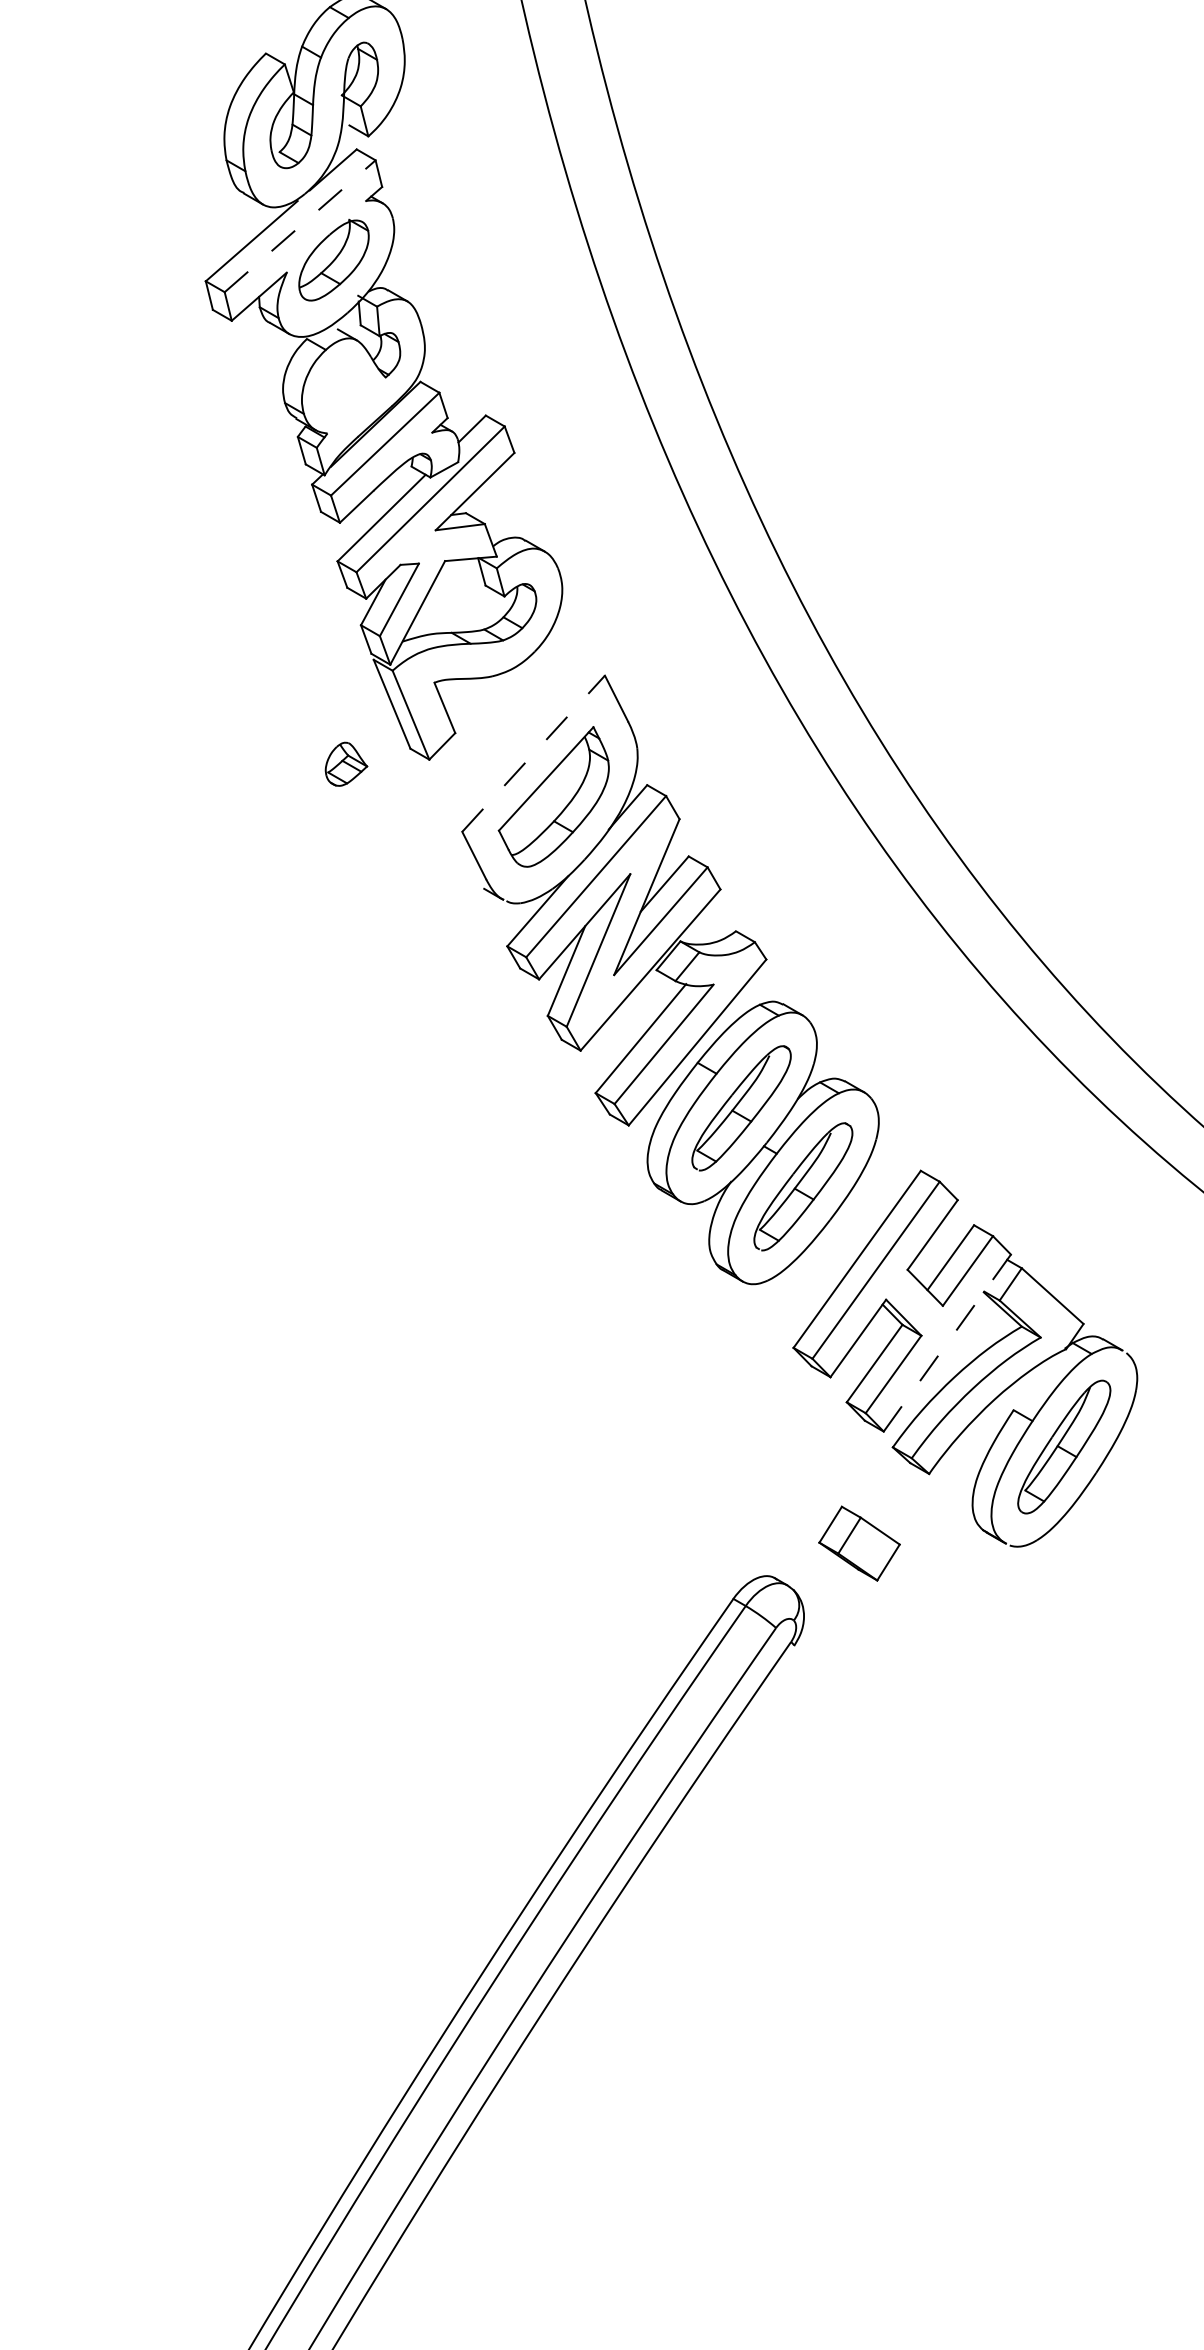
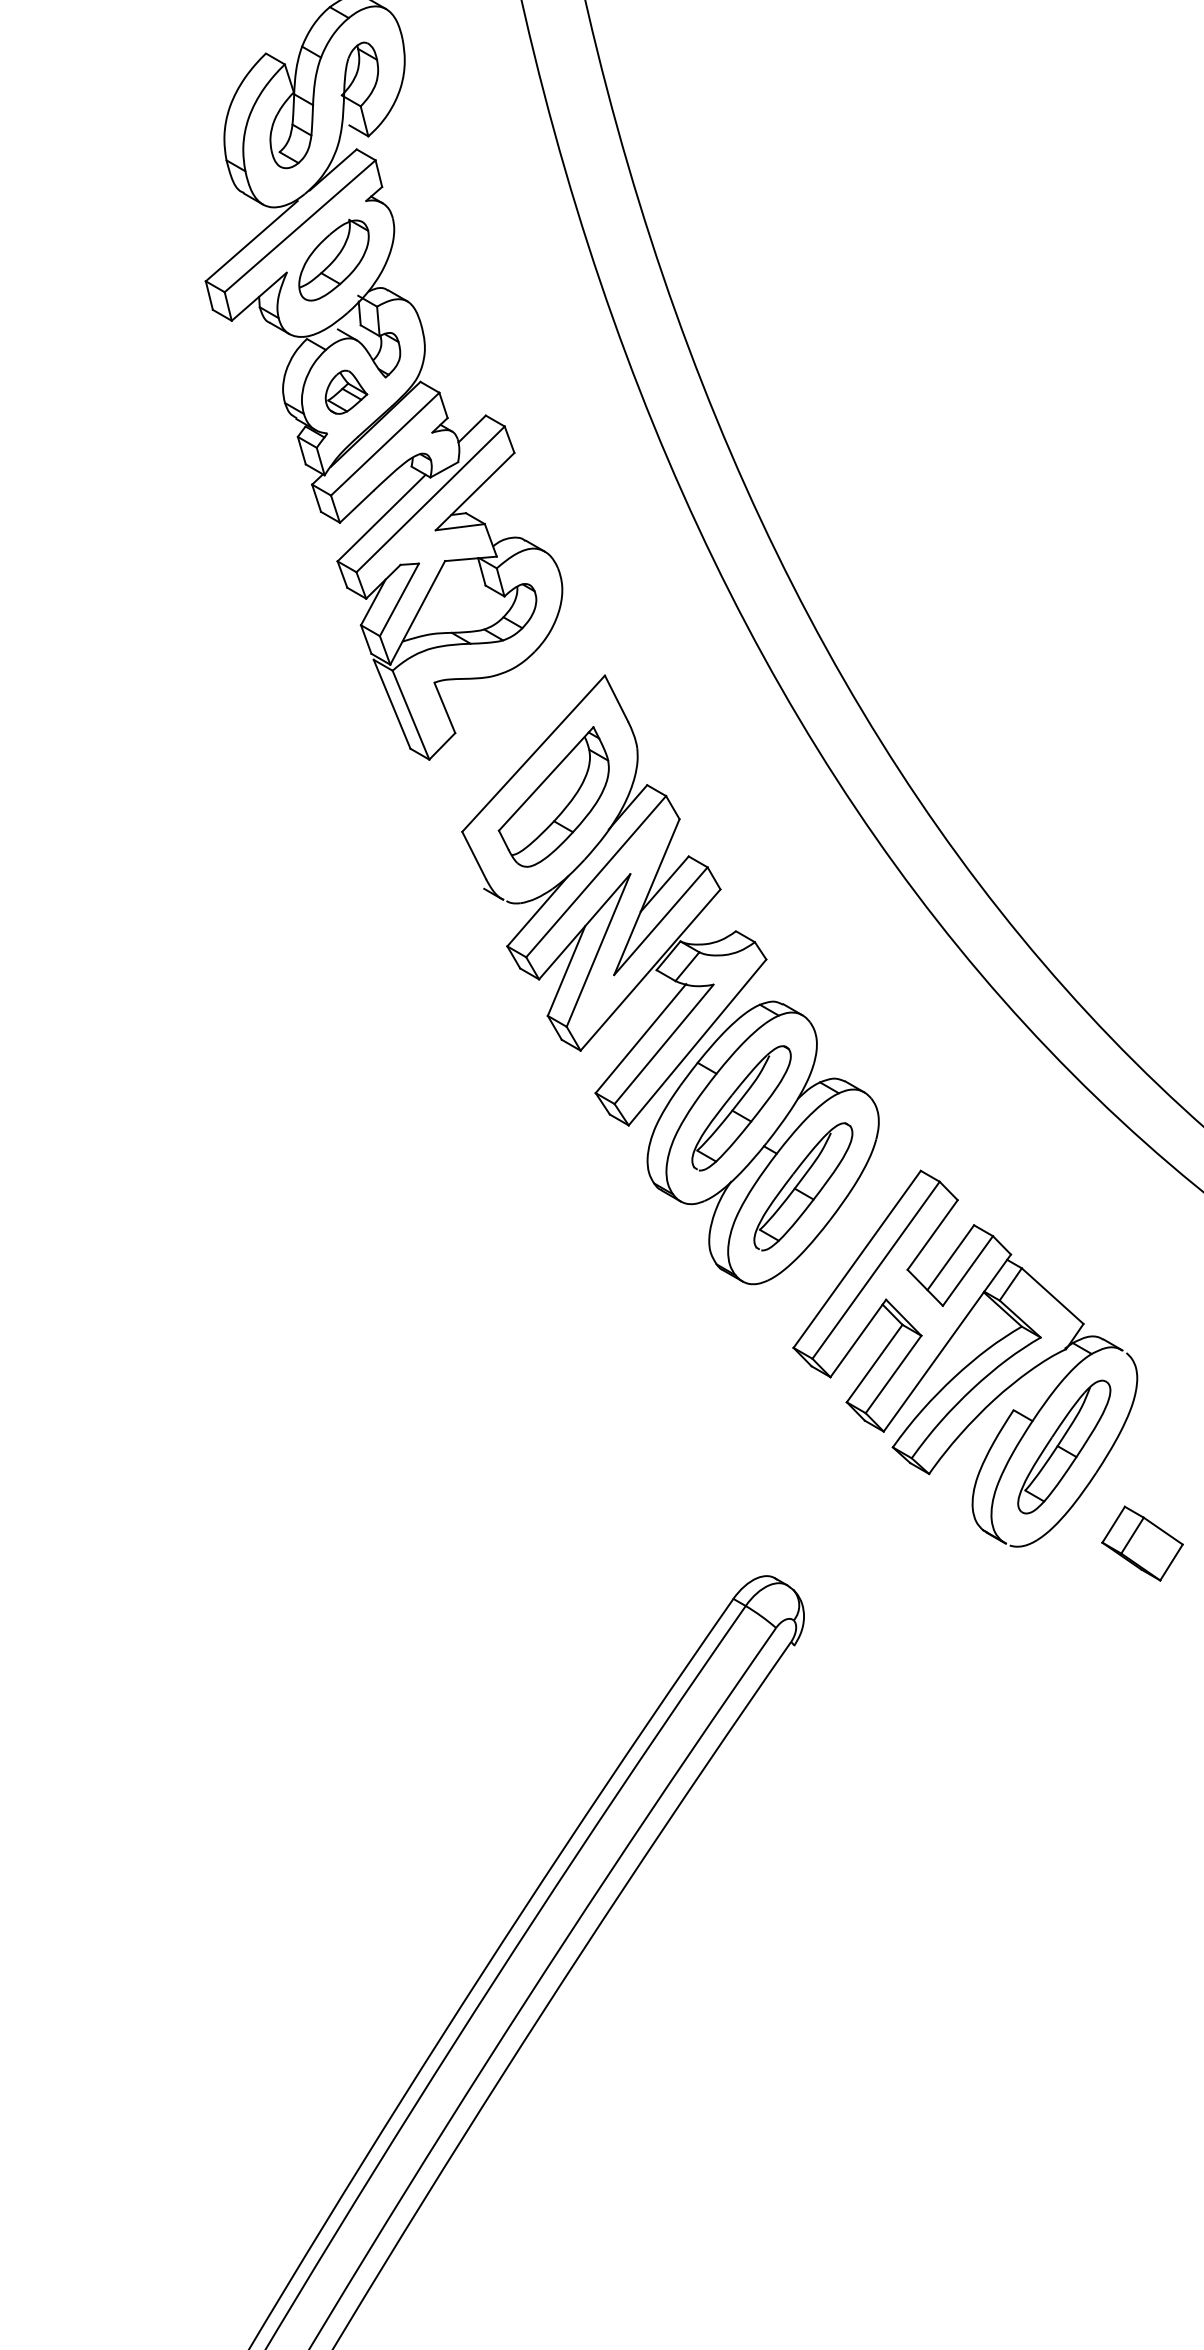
line at (300, 225): dashed -> solid
line at (533, 753): dashed -> solid
part at (346, 763) position: (346, 763) -> (346, 391)
line at (947, 1343): dashed -> solid
part at (859, 1543) position: (859, 1543) -> (1142, 1543)
